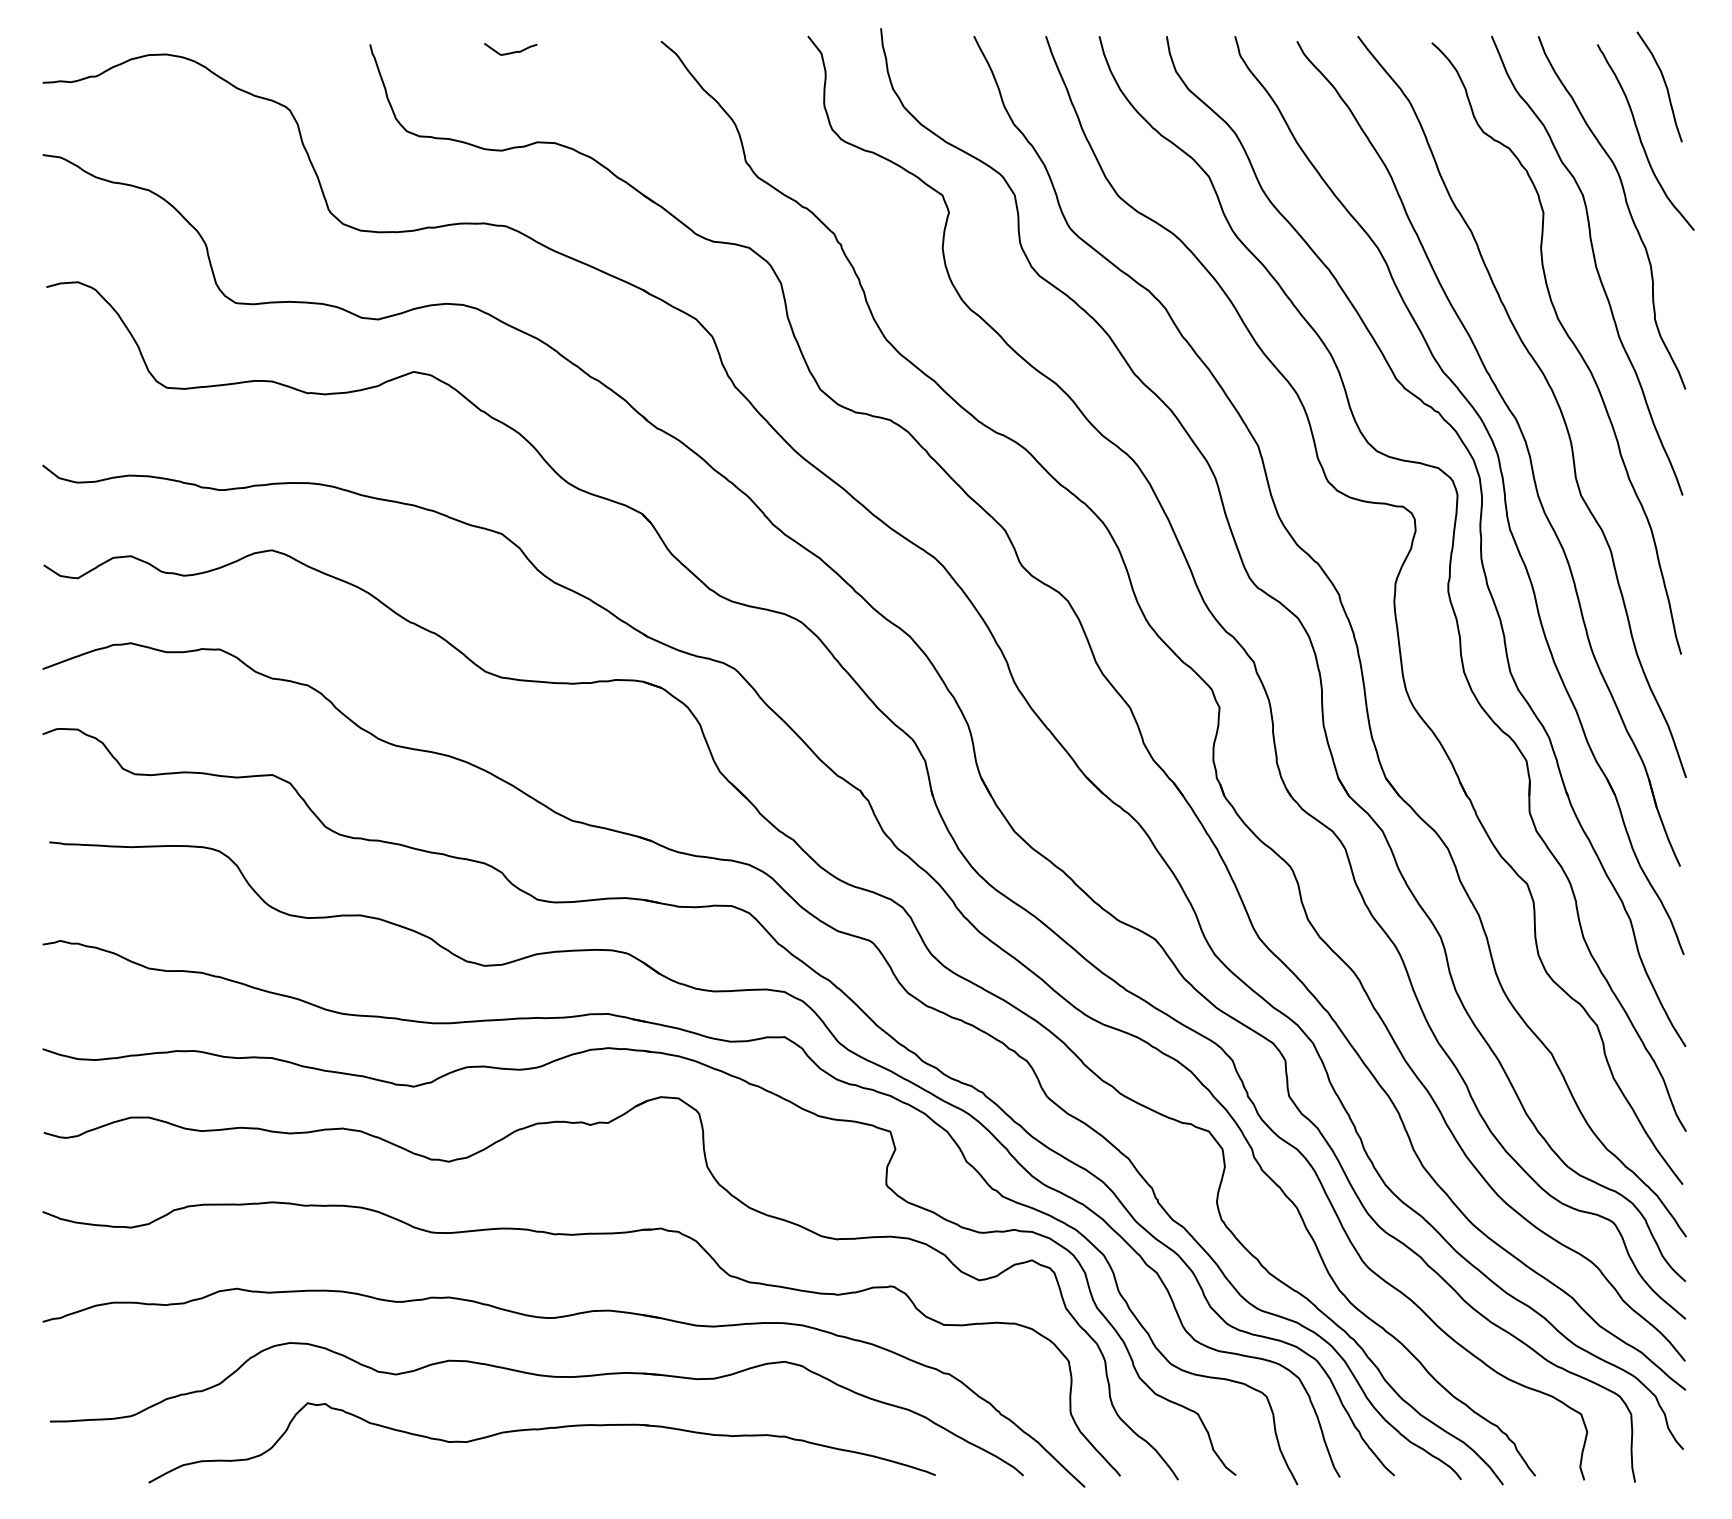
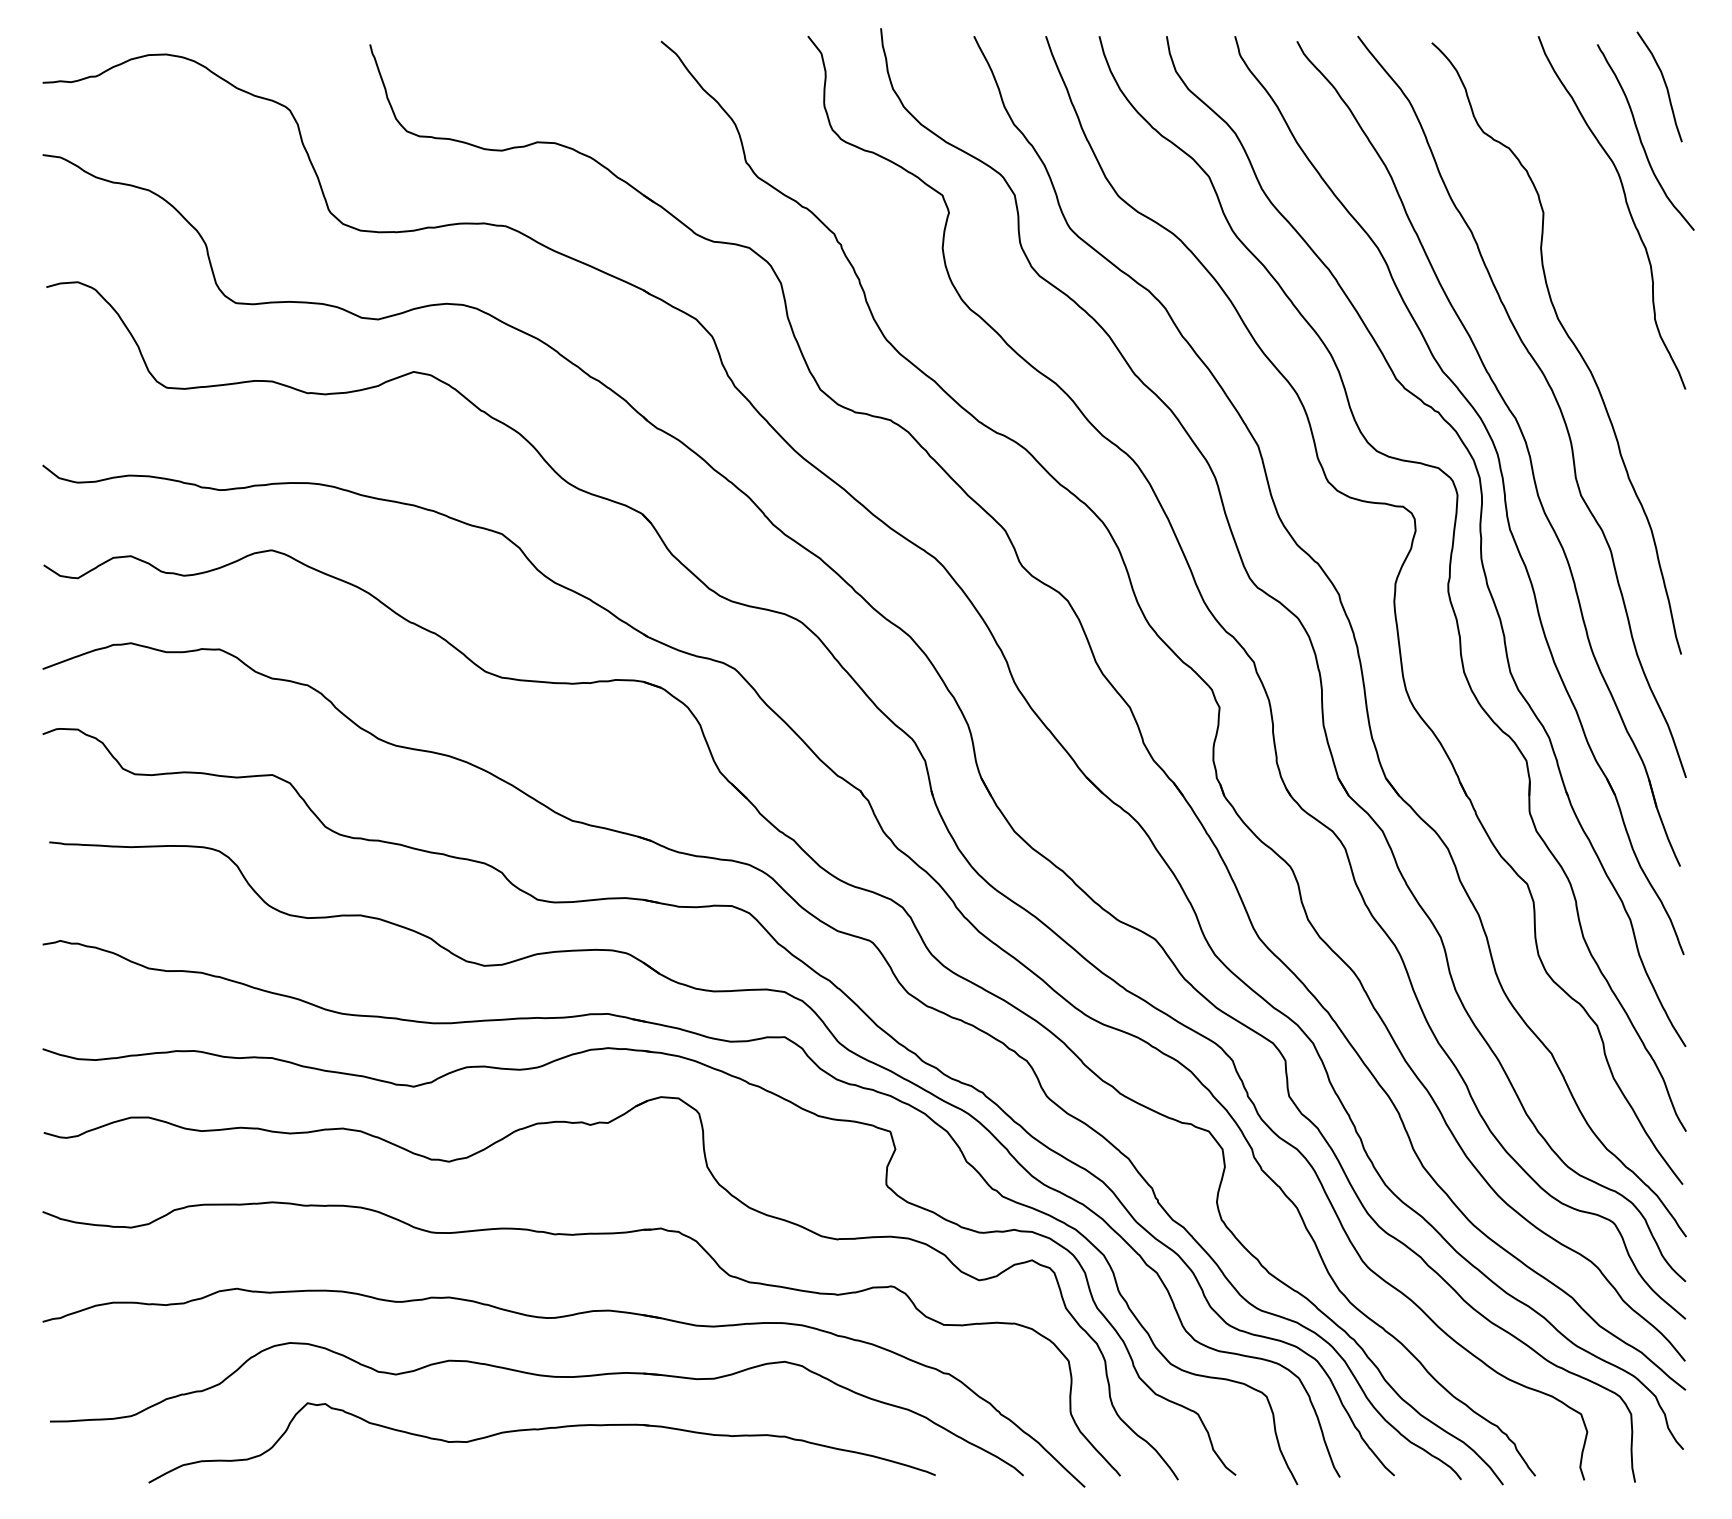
curve at (512, 51): present -> none
curve at (1594, 264): present -> none
